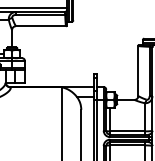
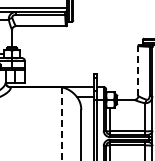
line at (138, 71): solid -> dashed
line at (62, 124): solid -> dashed
